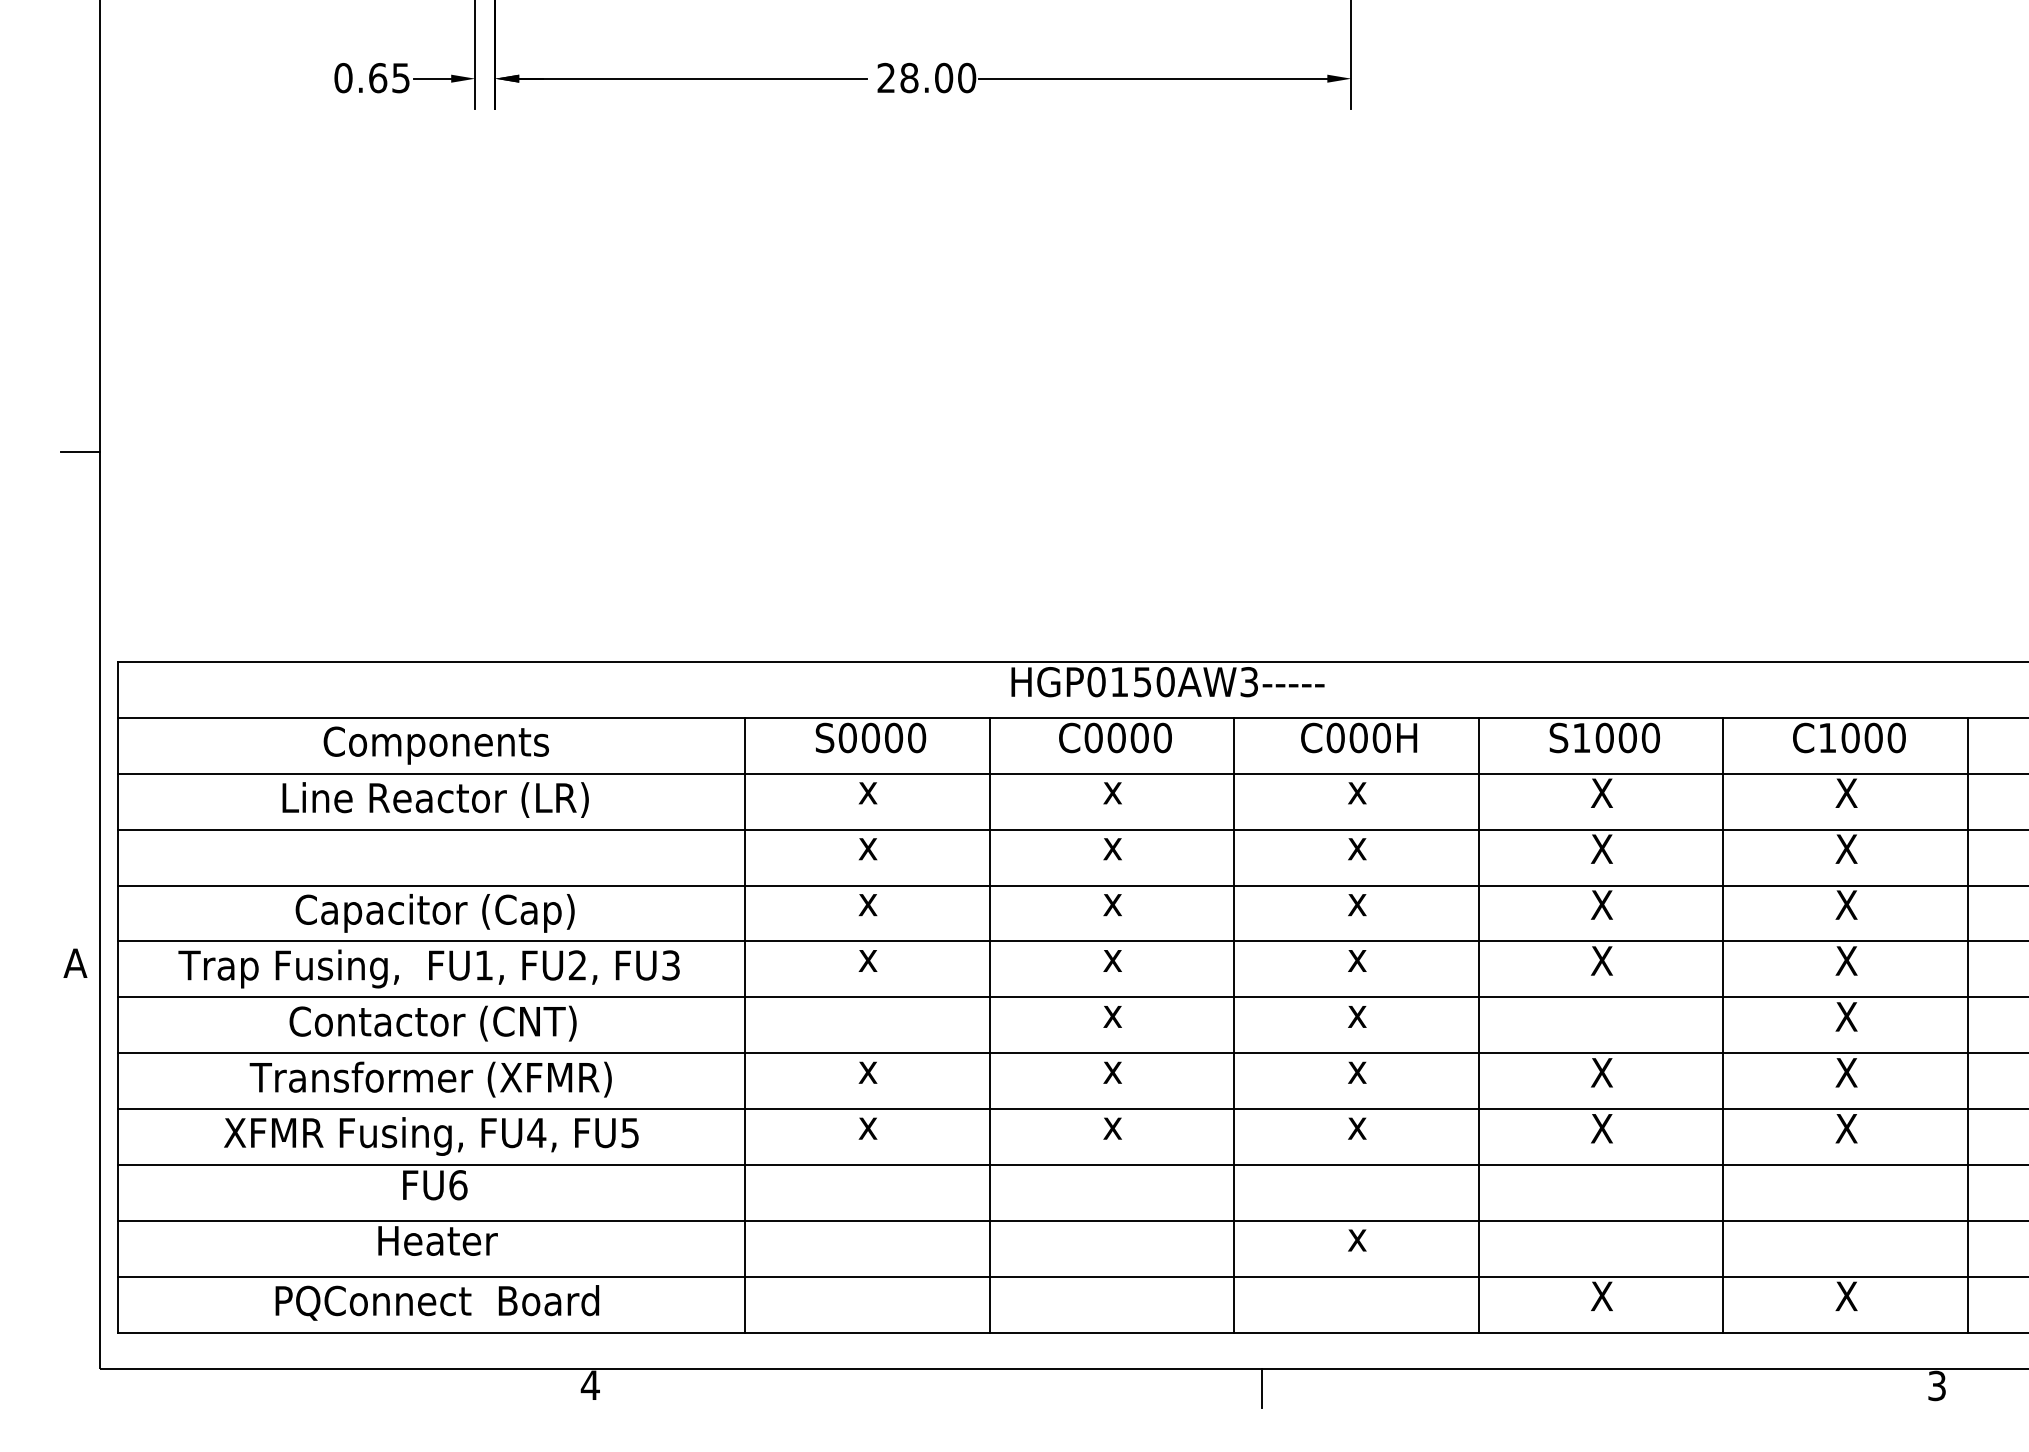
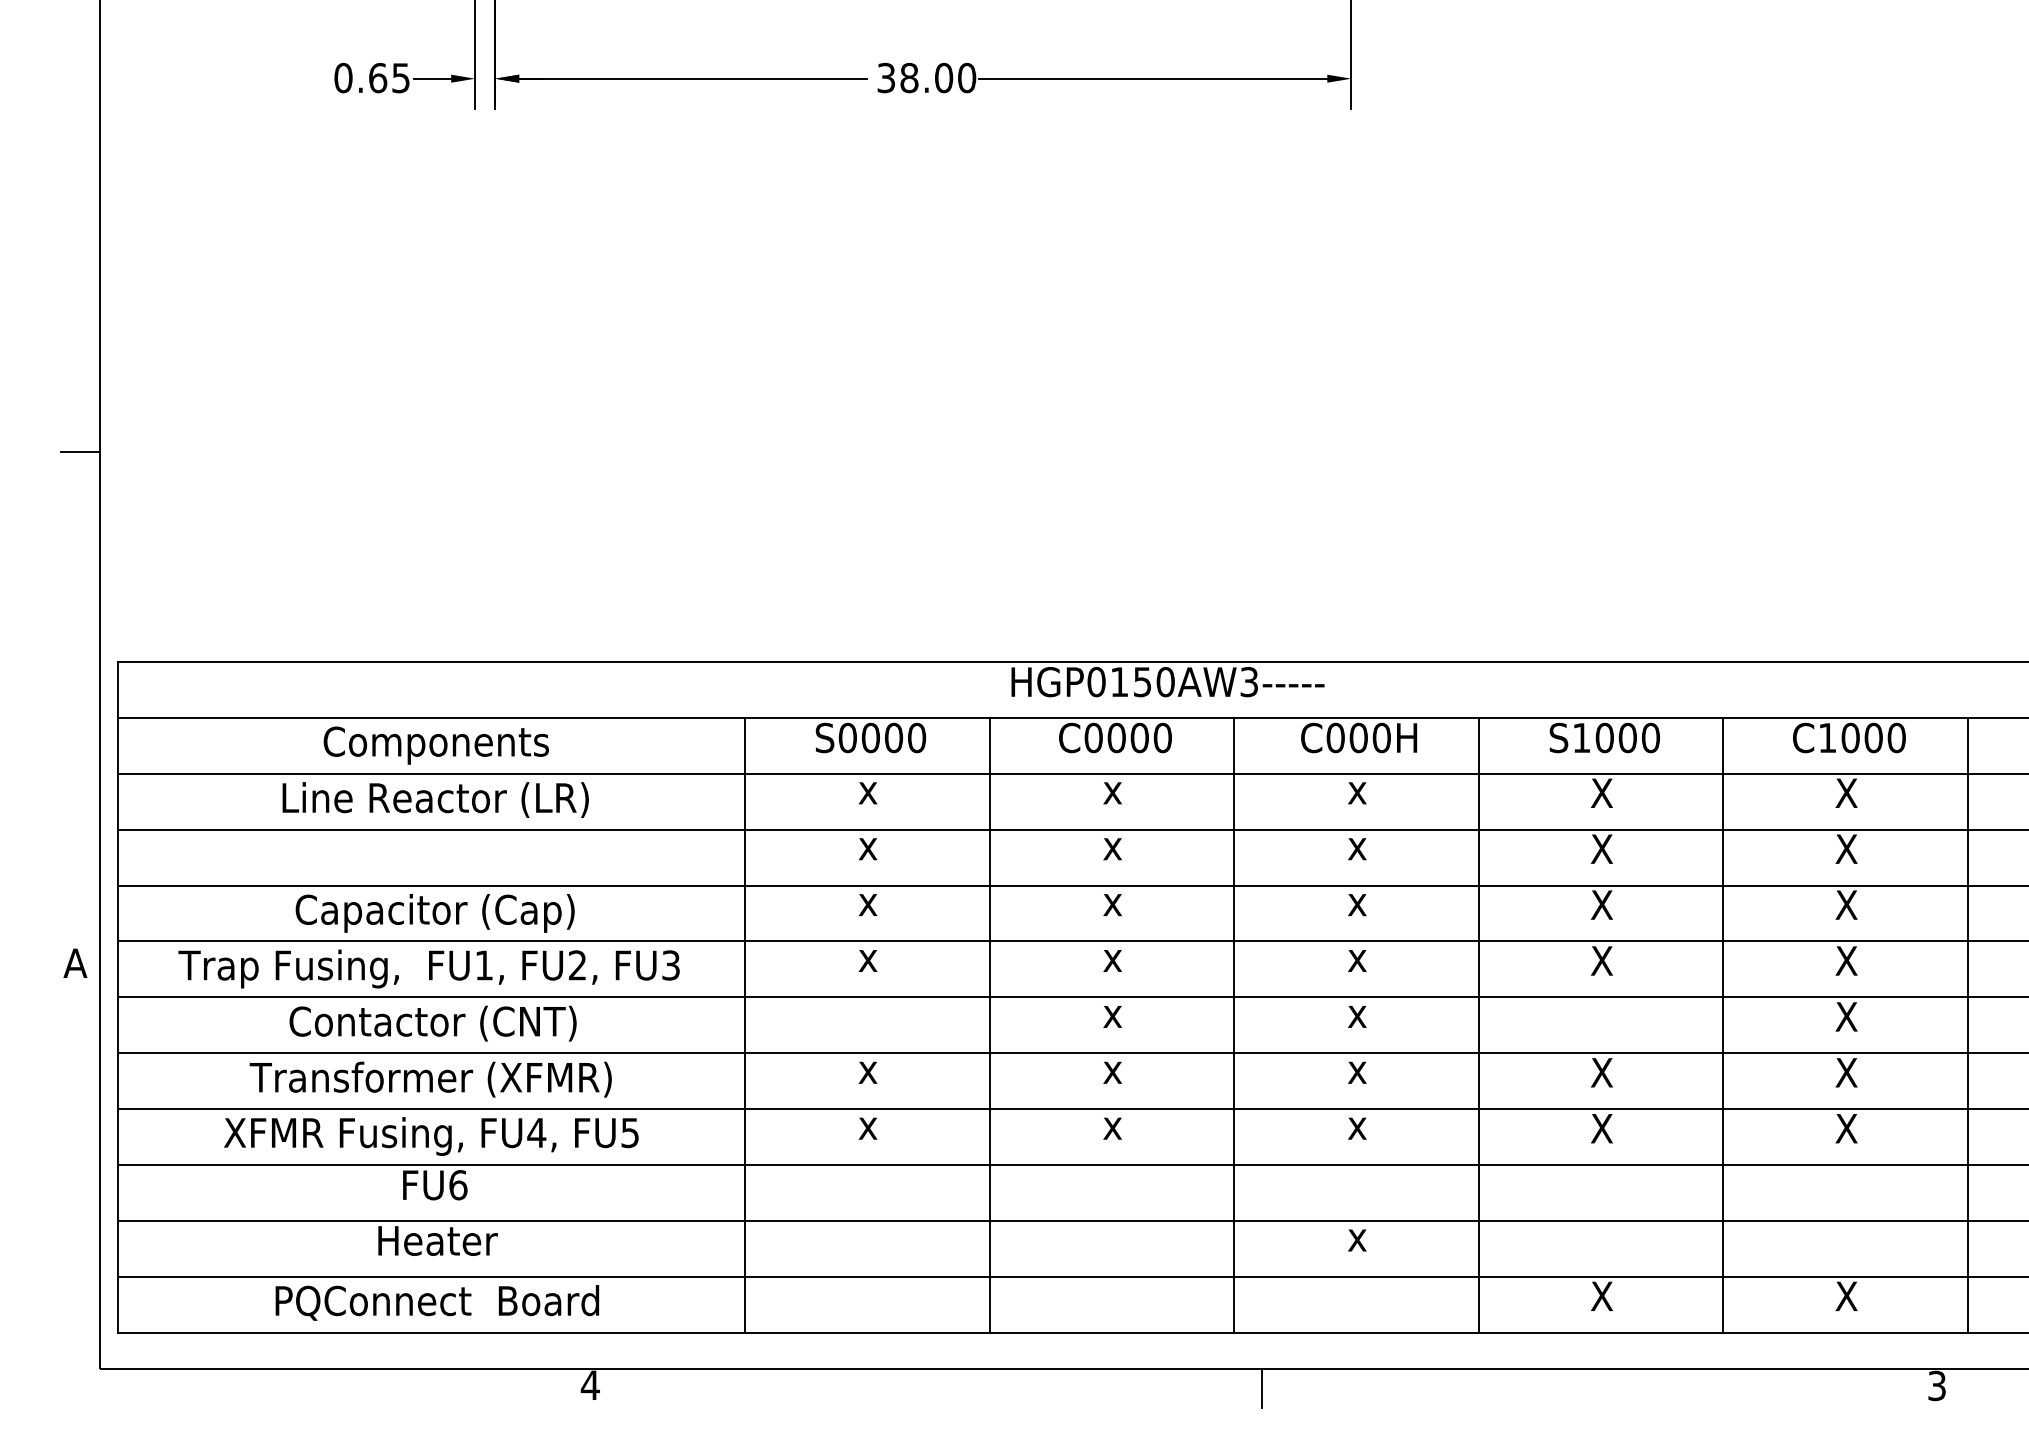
text at (886, 78): 28.00 -> 38.00
